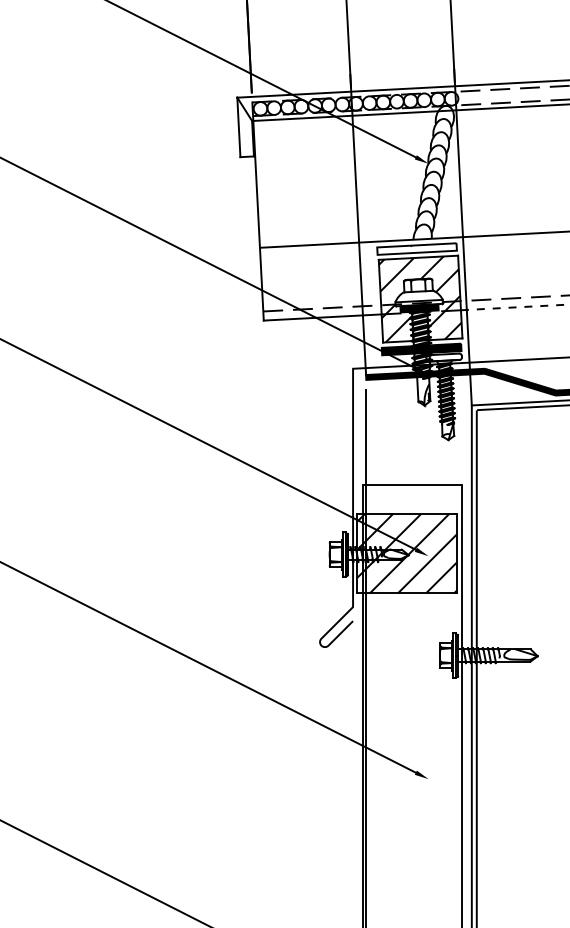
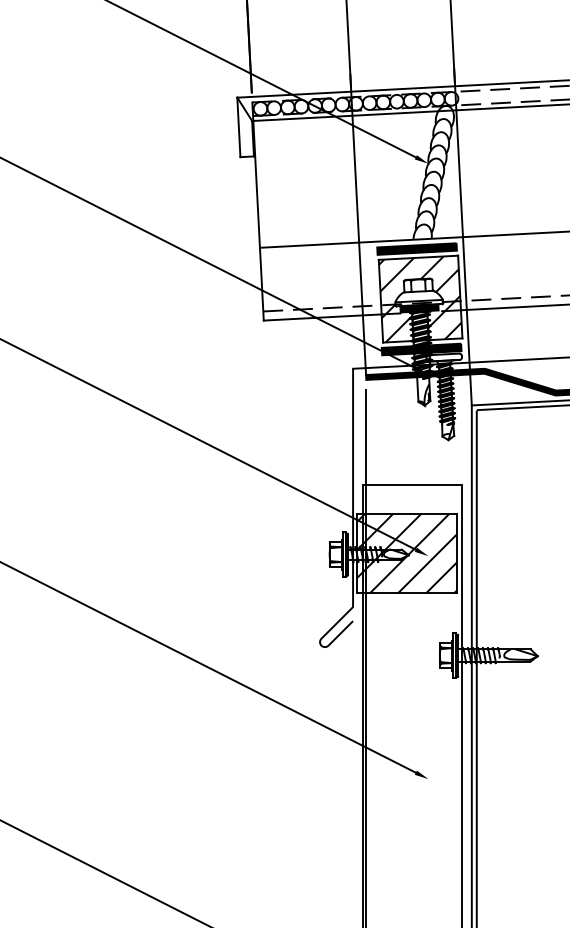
fill at (416, 248): none -> present
line at (515, 307): dashed -> solid
